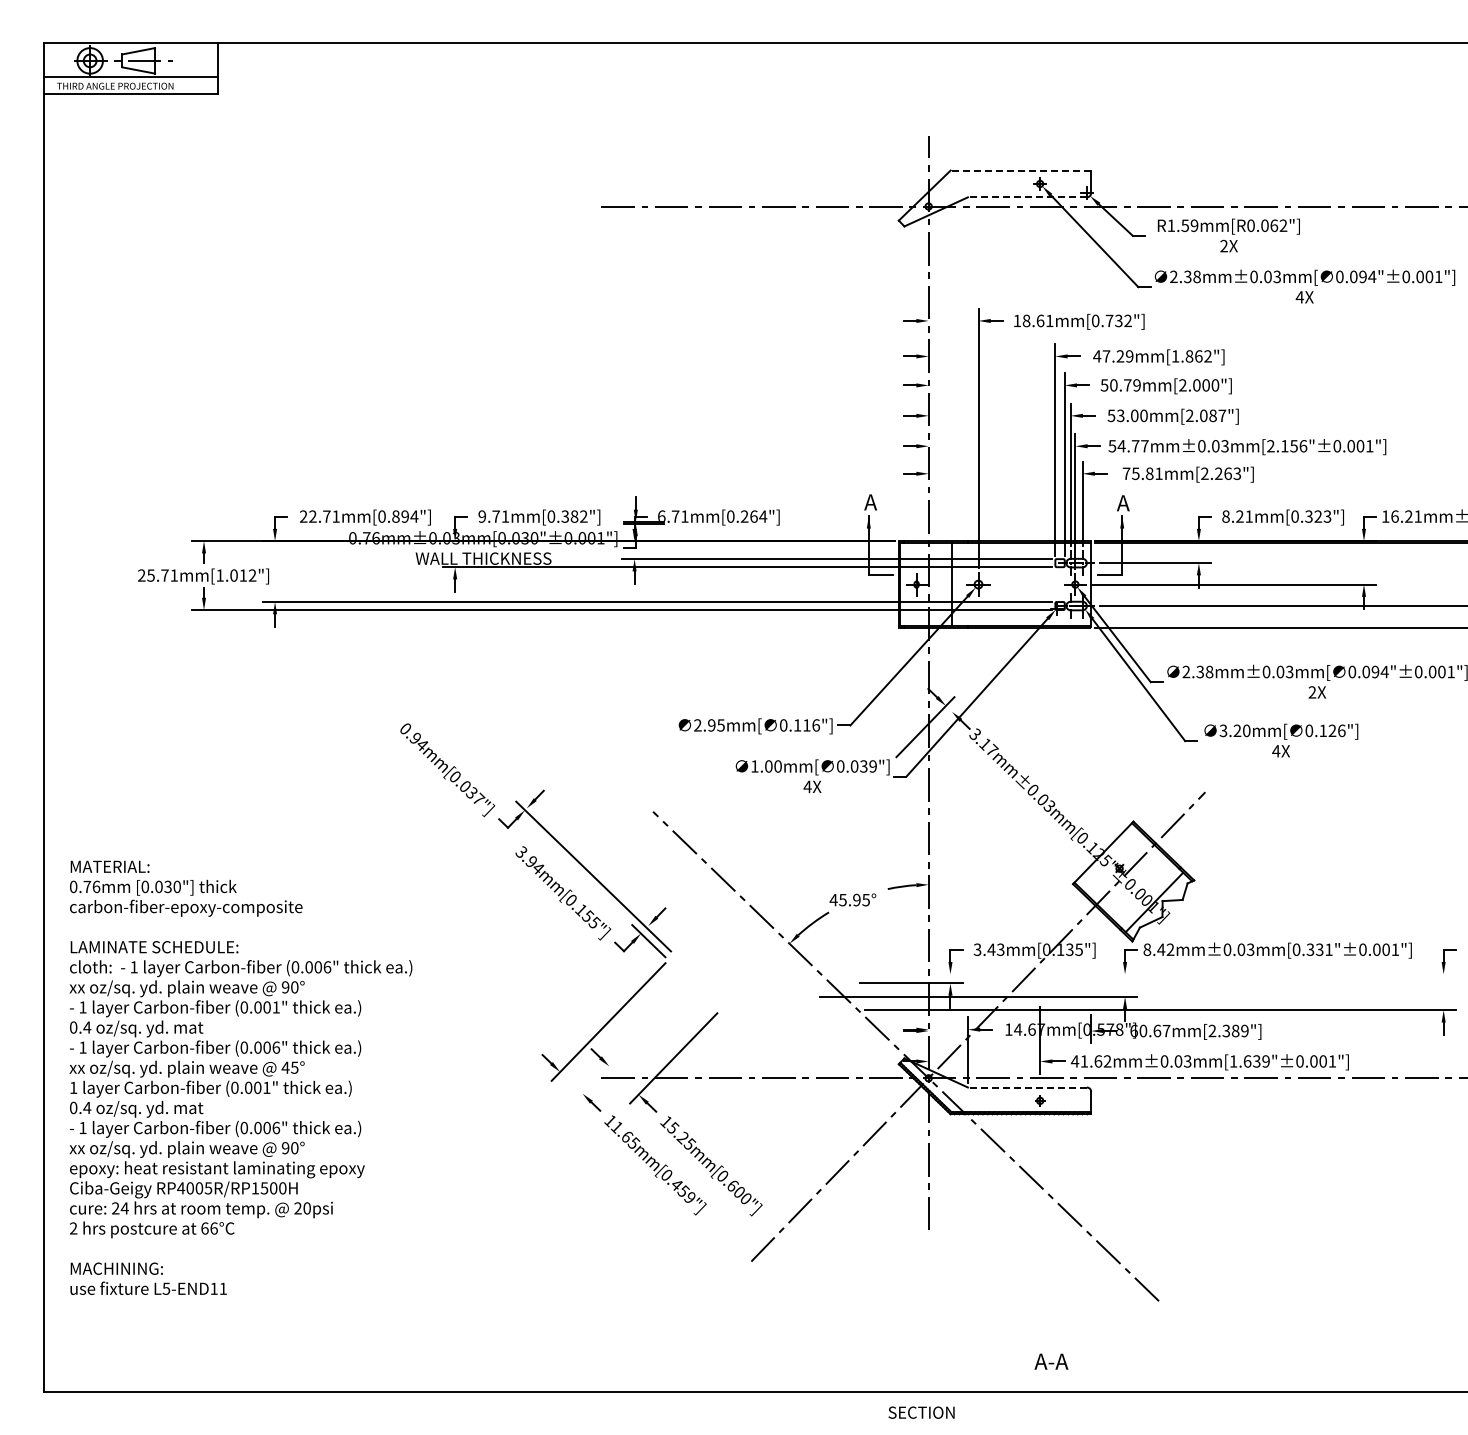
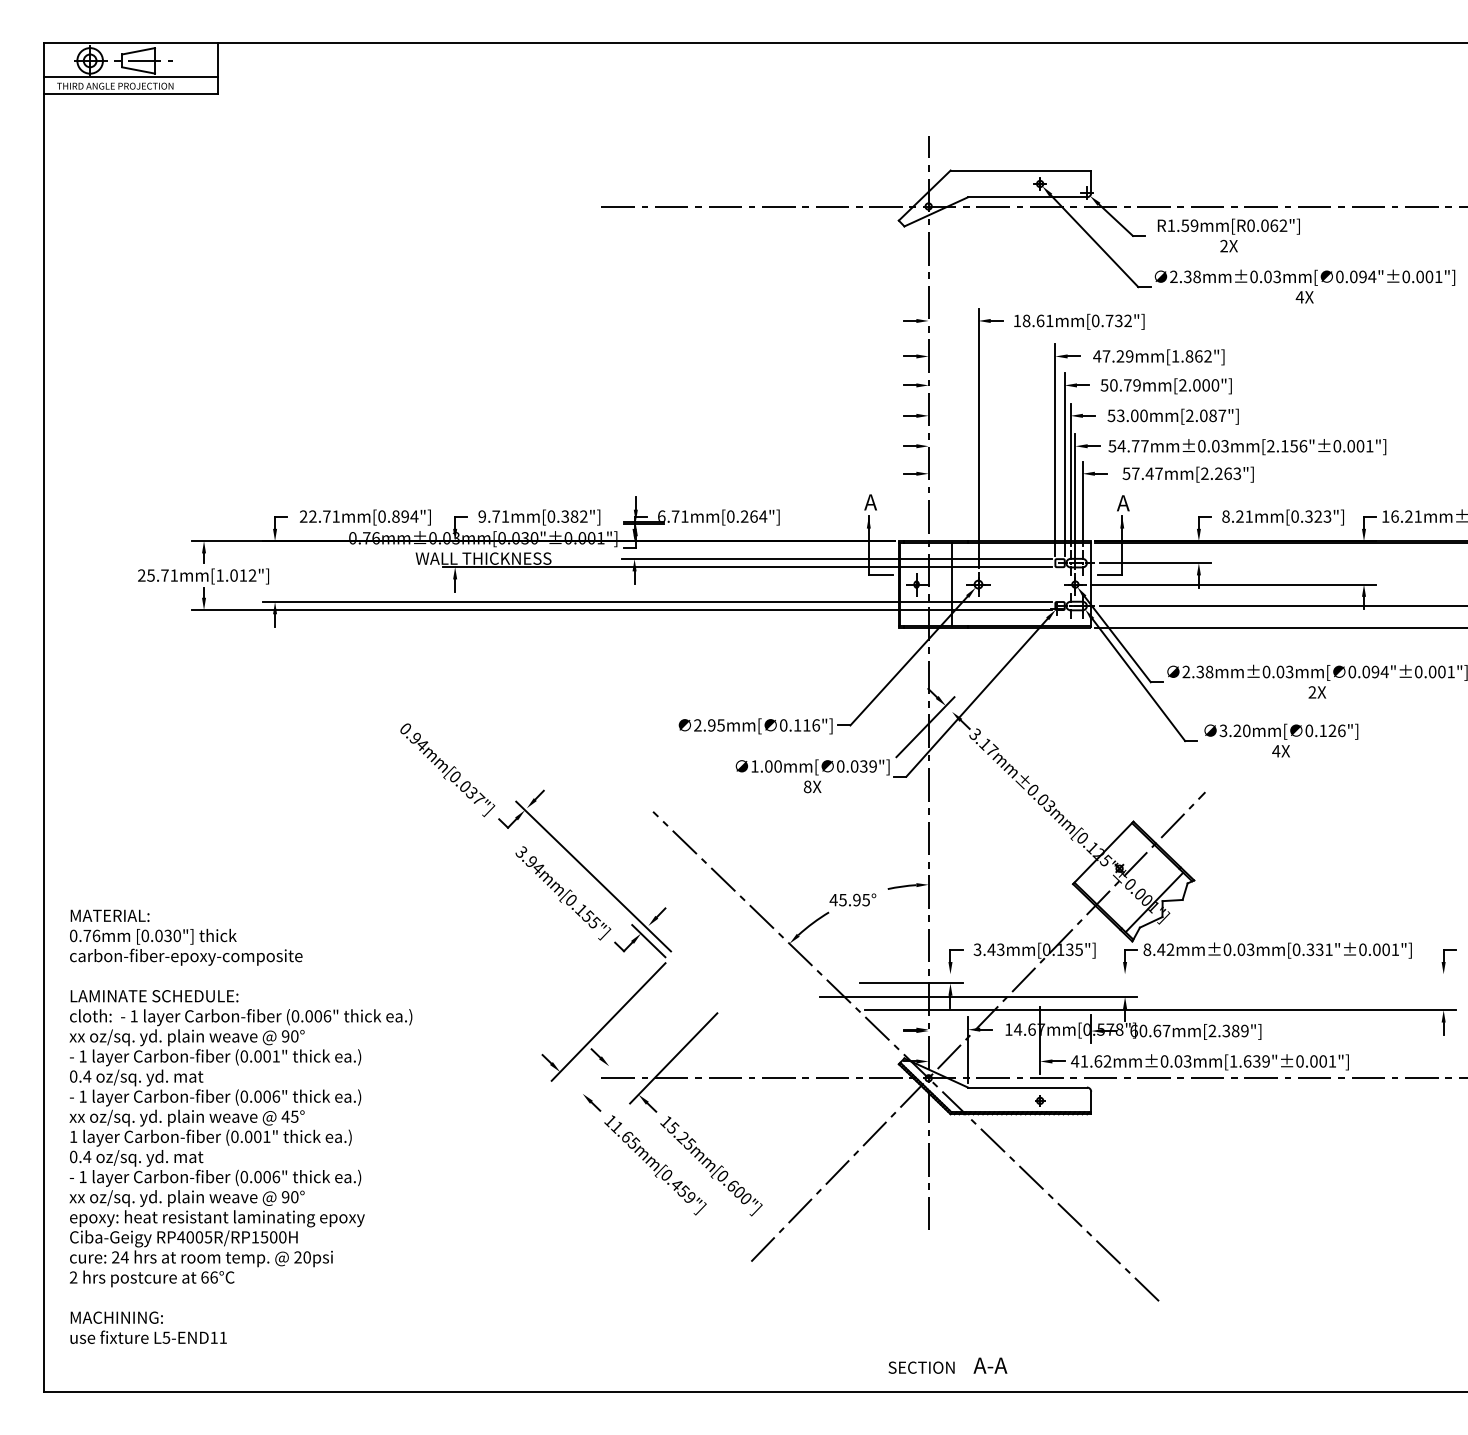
line at (1020, 170): dashed -> solid
line at (1026, 197): dashed -> solid
text at (1142, 473): 75.81mm[2.263"] -> 57.47mm[2.263"]
text at (807, 786): 4X -> 8X
text at (240, 1077) position: (240, 1077) -> (240, 1126)
line at (1026, 1087): dashed -> solid
text at (1051, 1361) position: (1051, 1361) -> (990, 1365)
text at (921, 1412) position: (921, 1412) -> (921, 1367)
